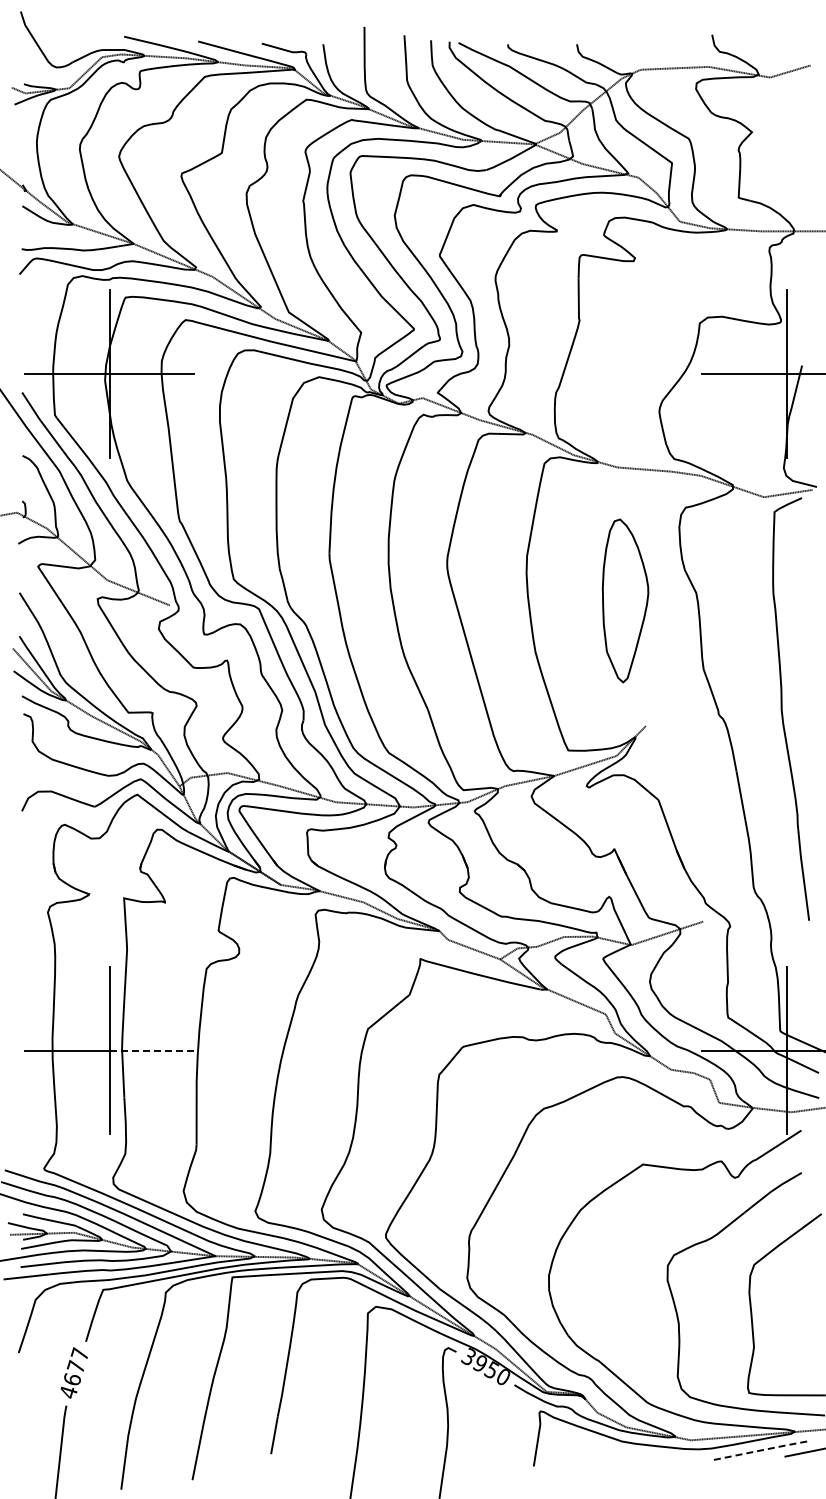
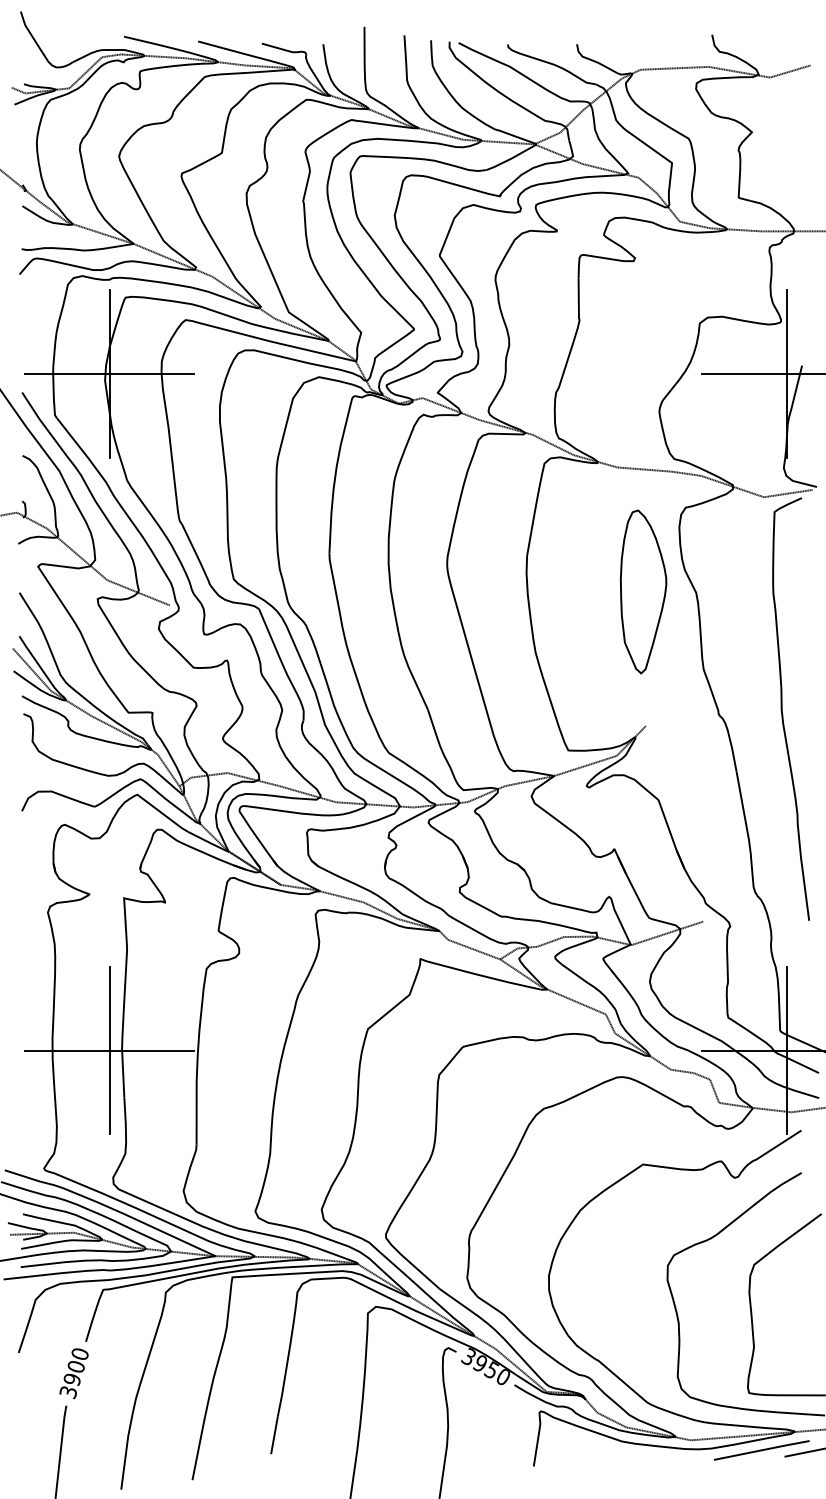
part at (625, 600) position: (625, 600) -> (643, 591)
line at (151, 1050): dashed -> solid
text at (73, 1373): 4677 -> 3900
line at (762, 1450): dashed -> solid
